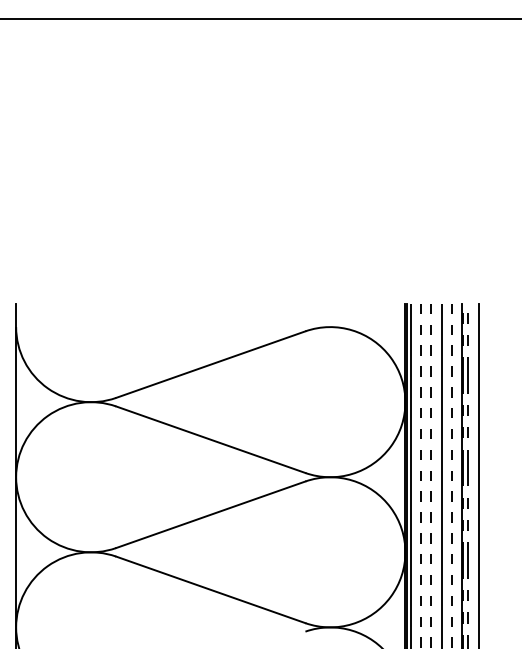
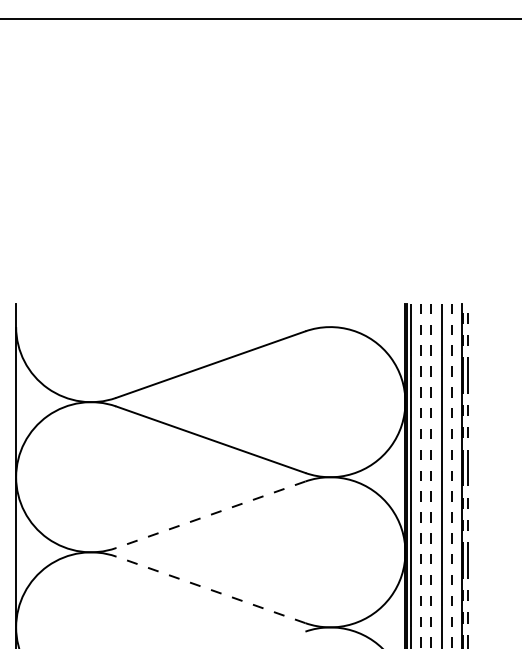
line at (479, 474): present -> none
line at (210, 514): solid -> dashed
line at (210, 589): solid -> dashed
